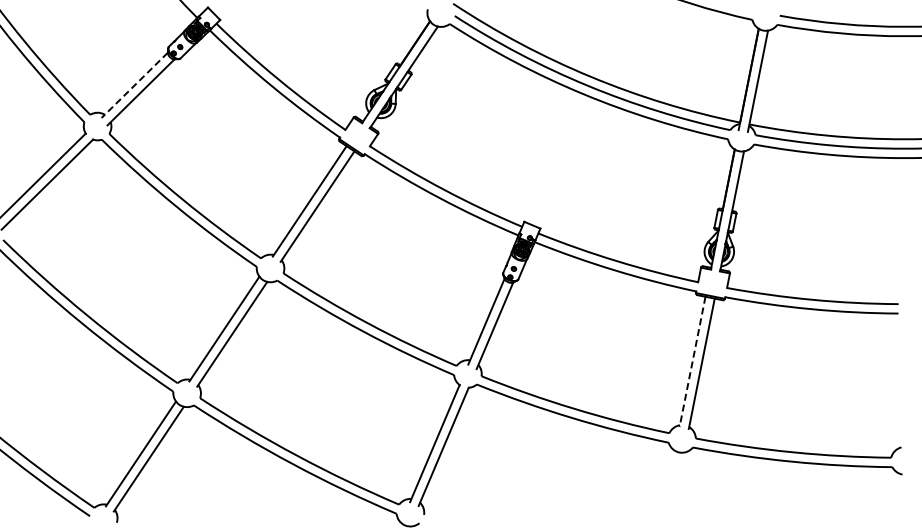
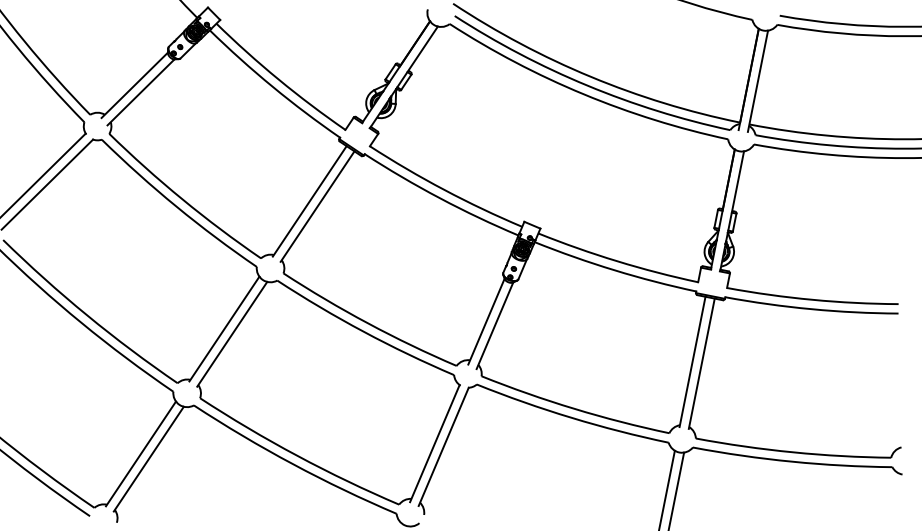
line at (134, 85): dashed -> solid
line at (692, 362): dashed -> solid
line at (666, 488): none -> present
line at (676, 489): none -> present
